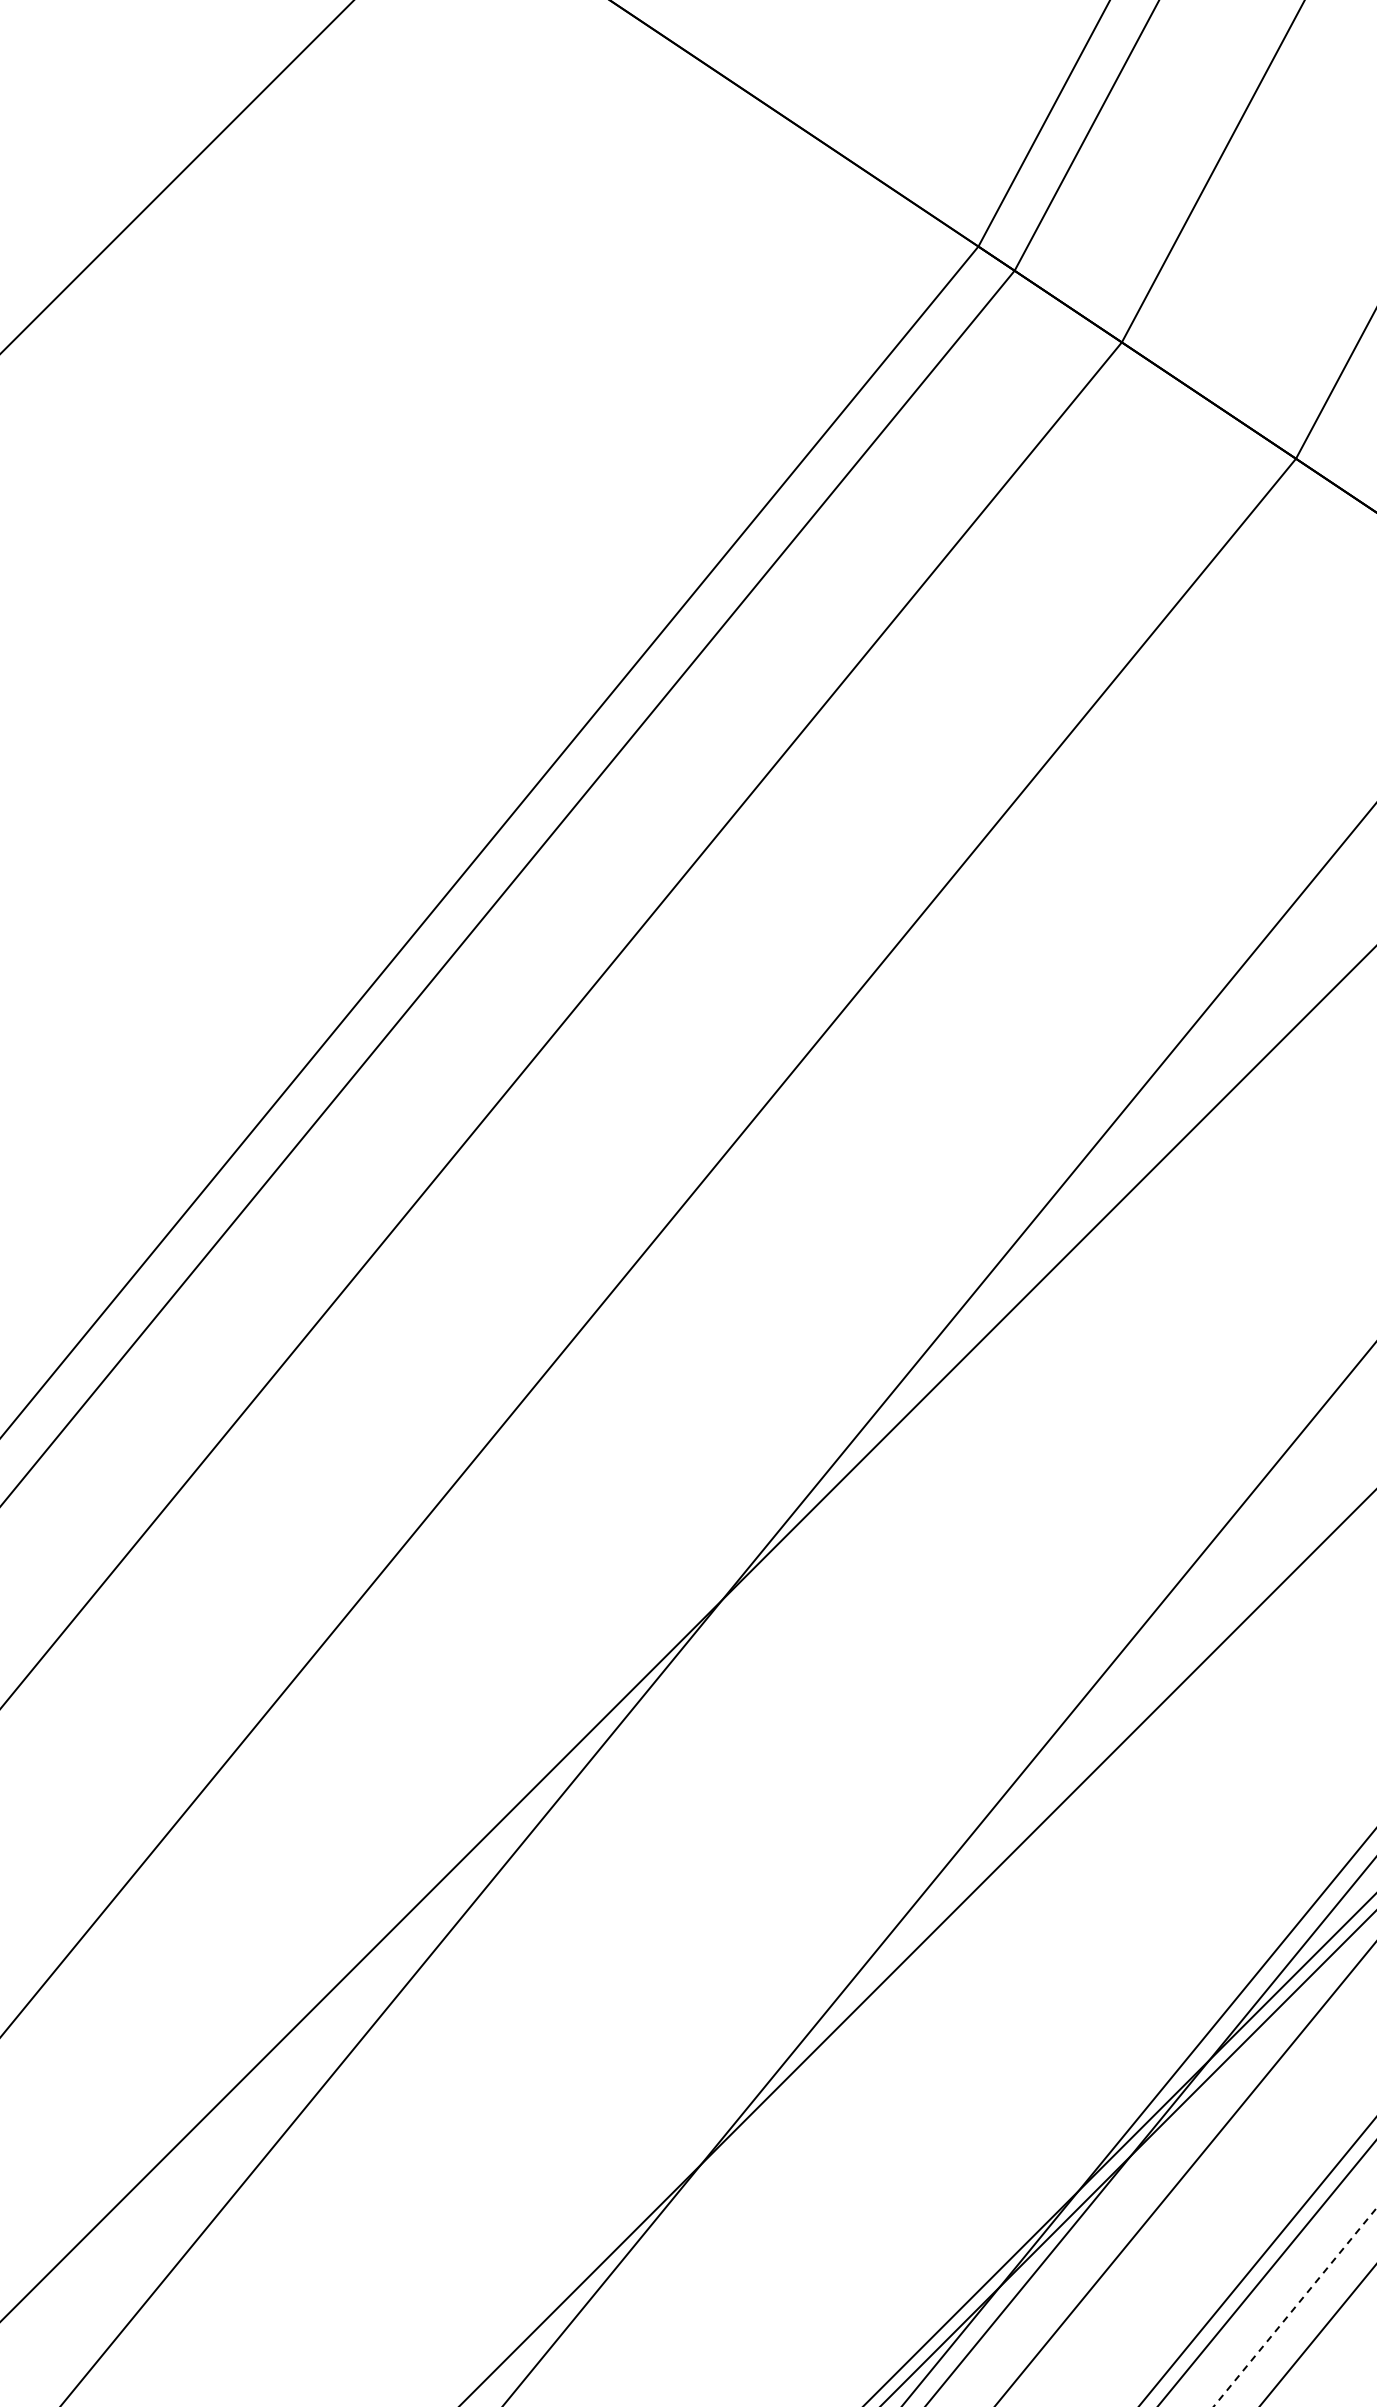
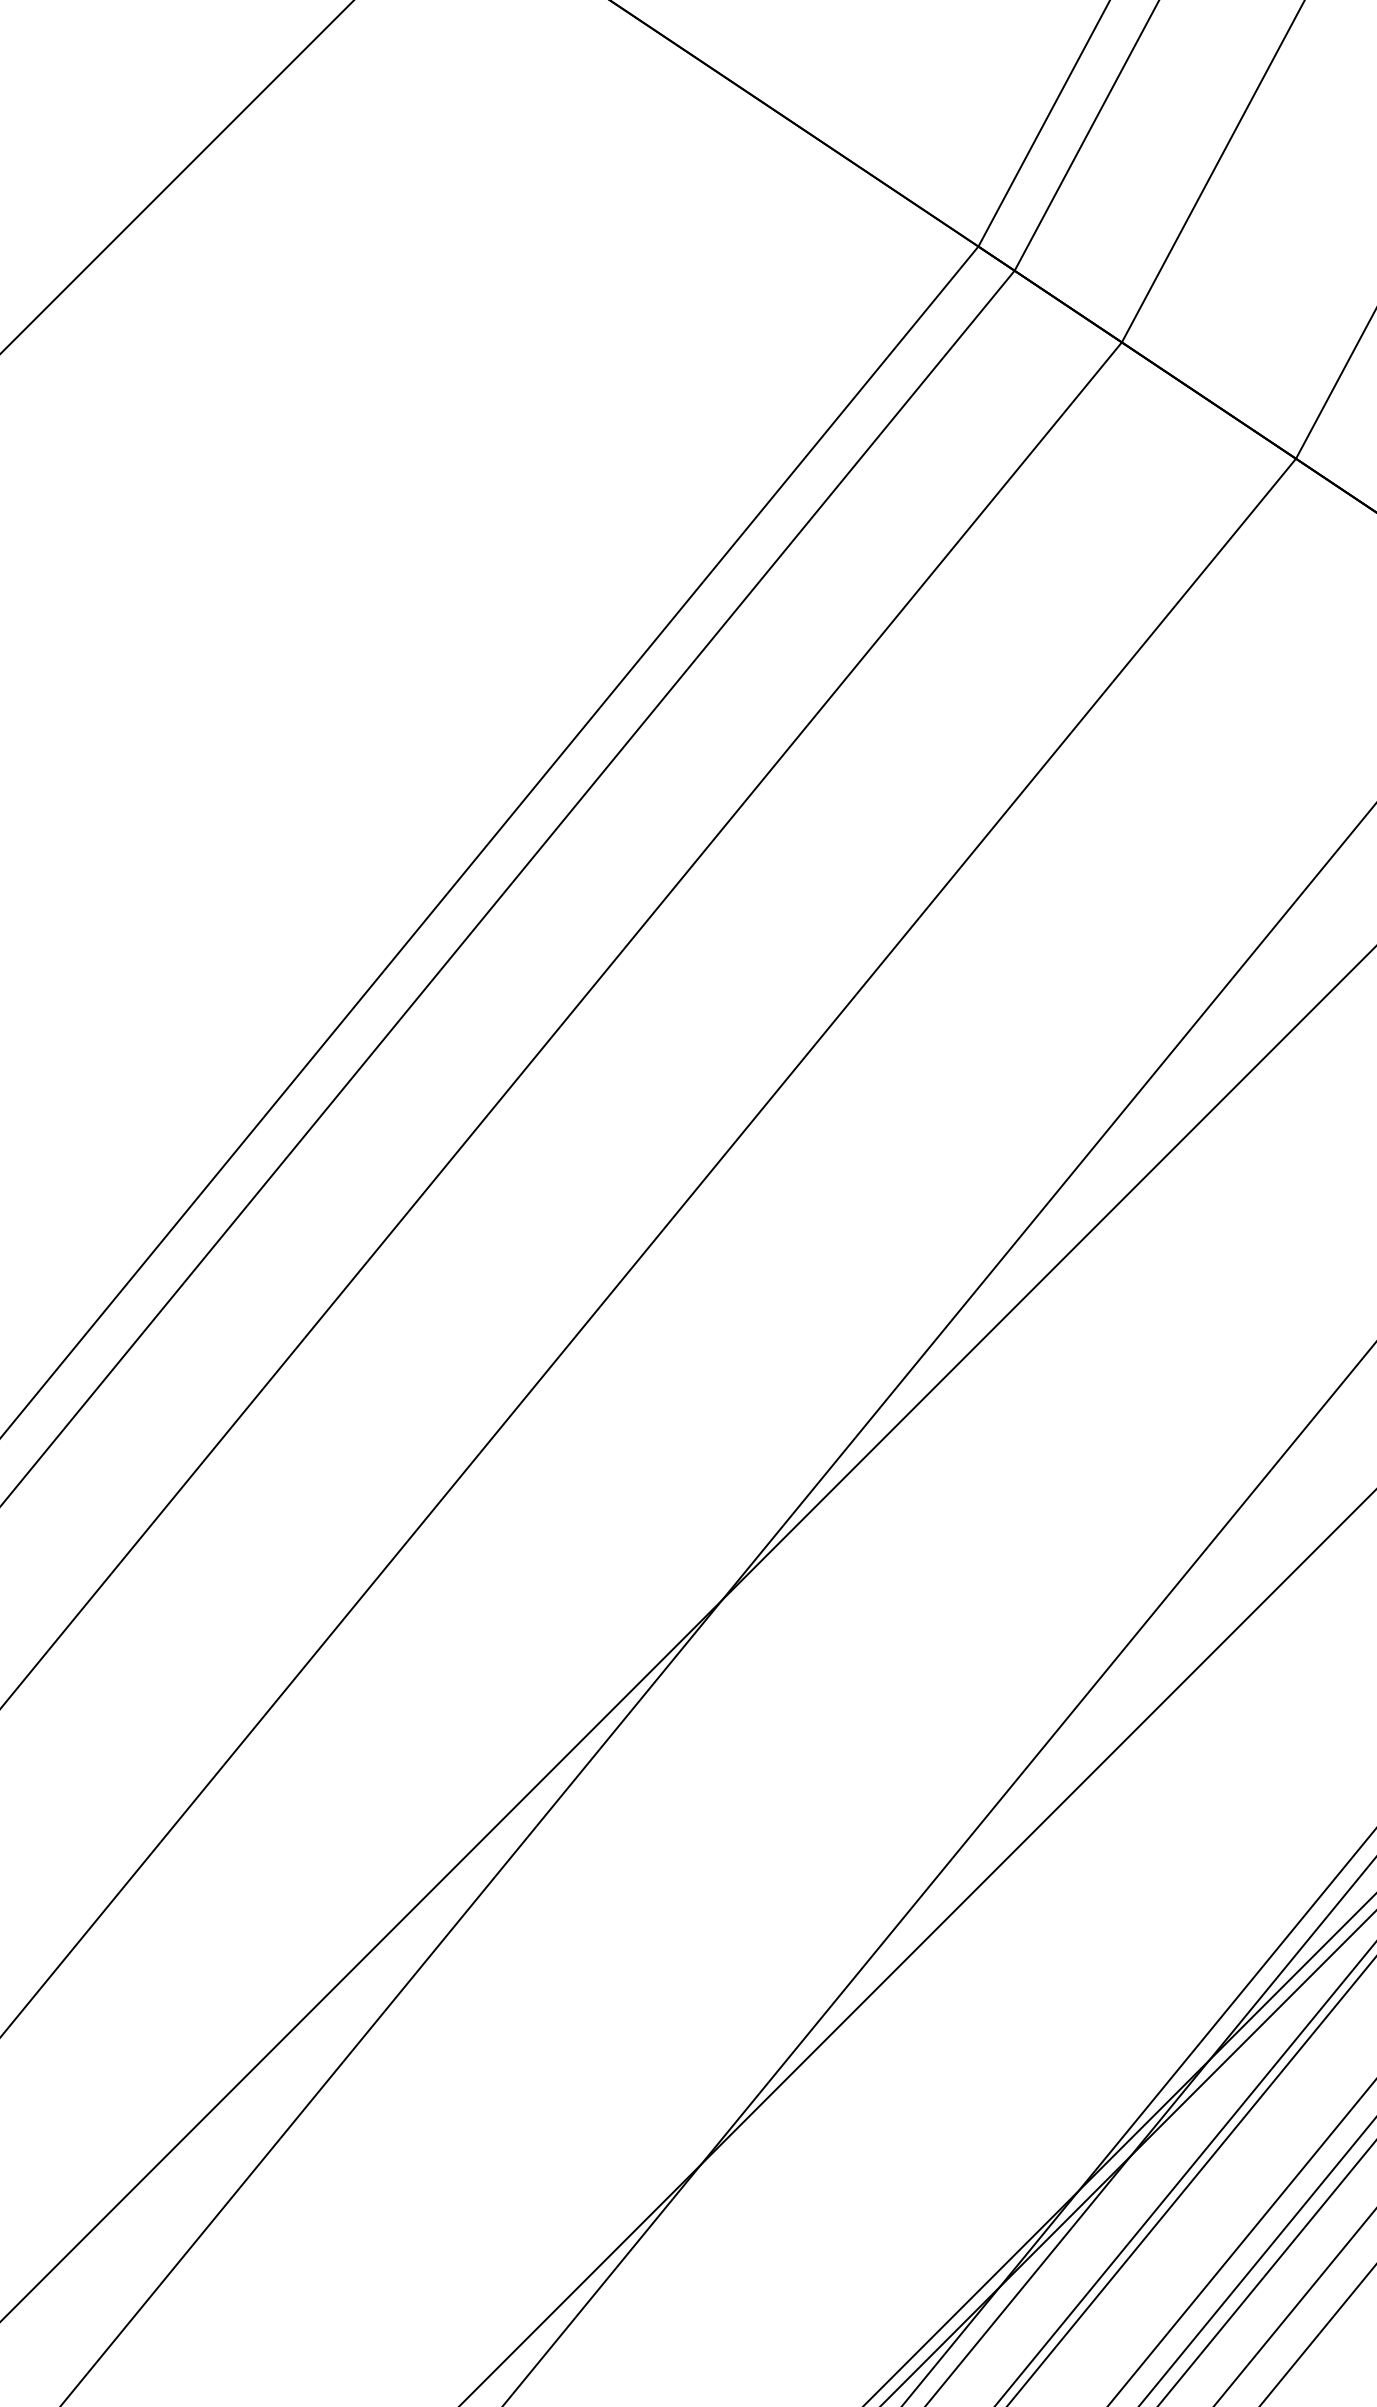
line at (1191, 2181): none -> present
line at (1241, 2242): none -> present
line at (1295, 2307): dashed -> solid
